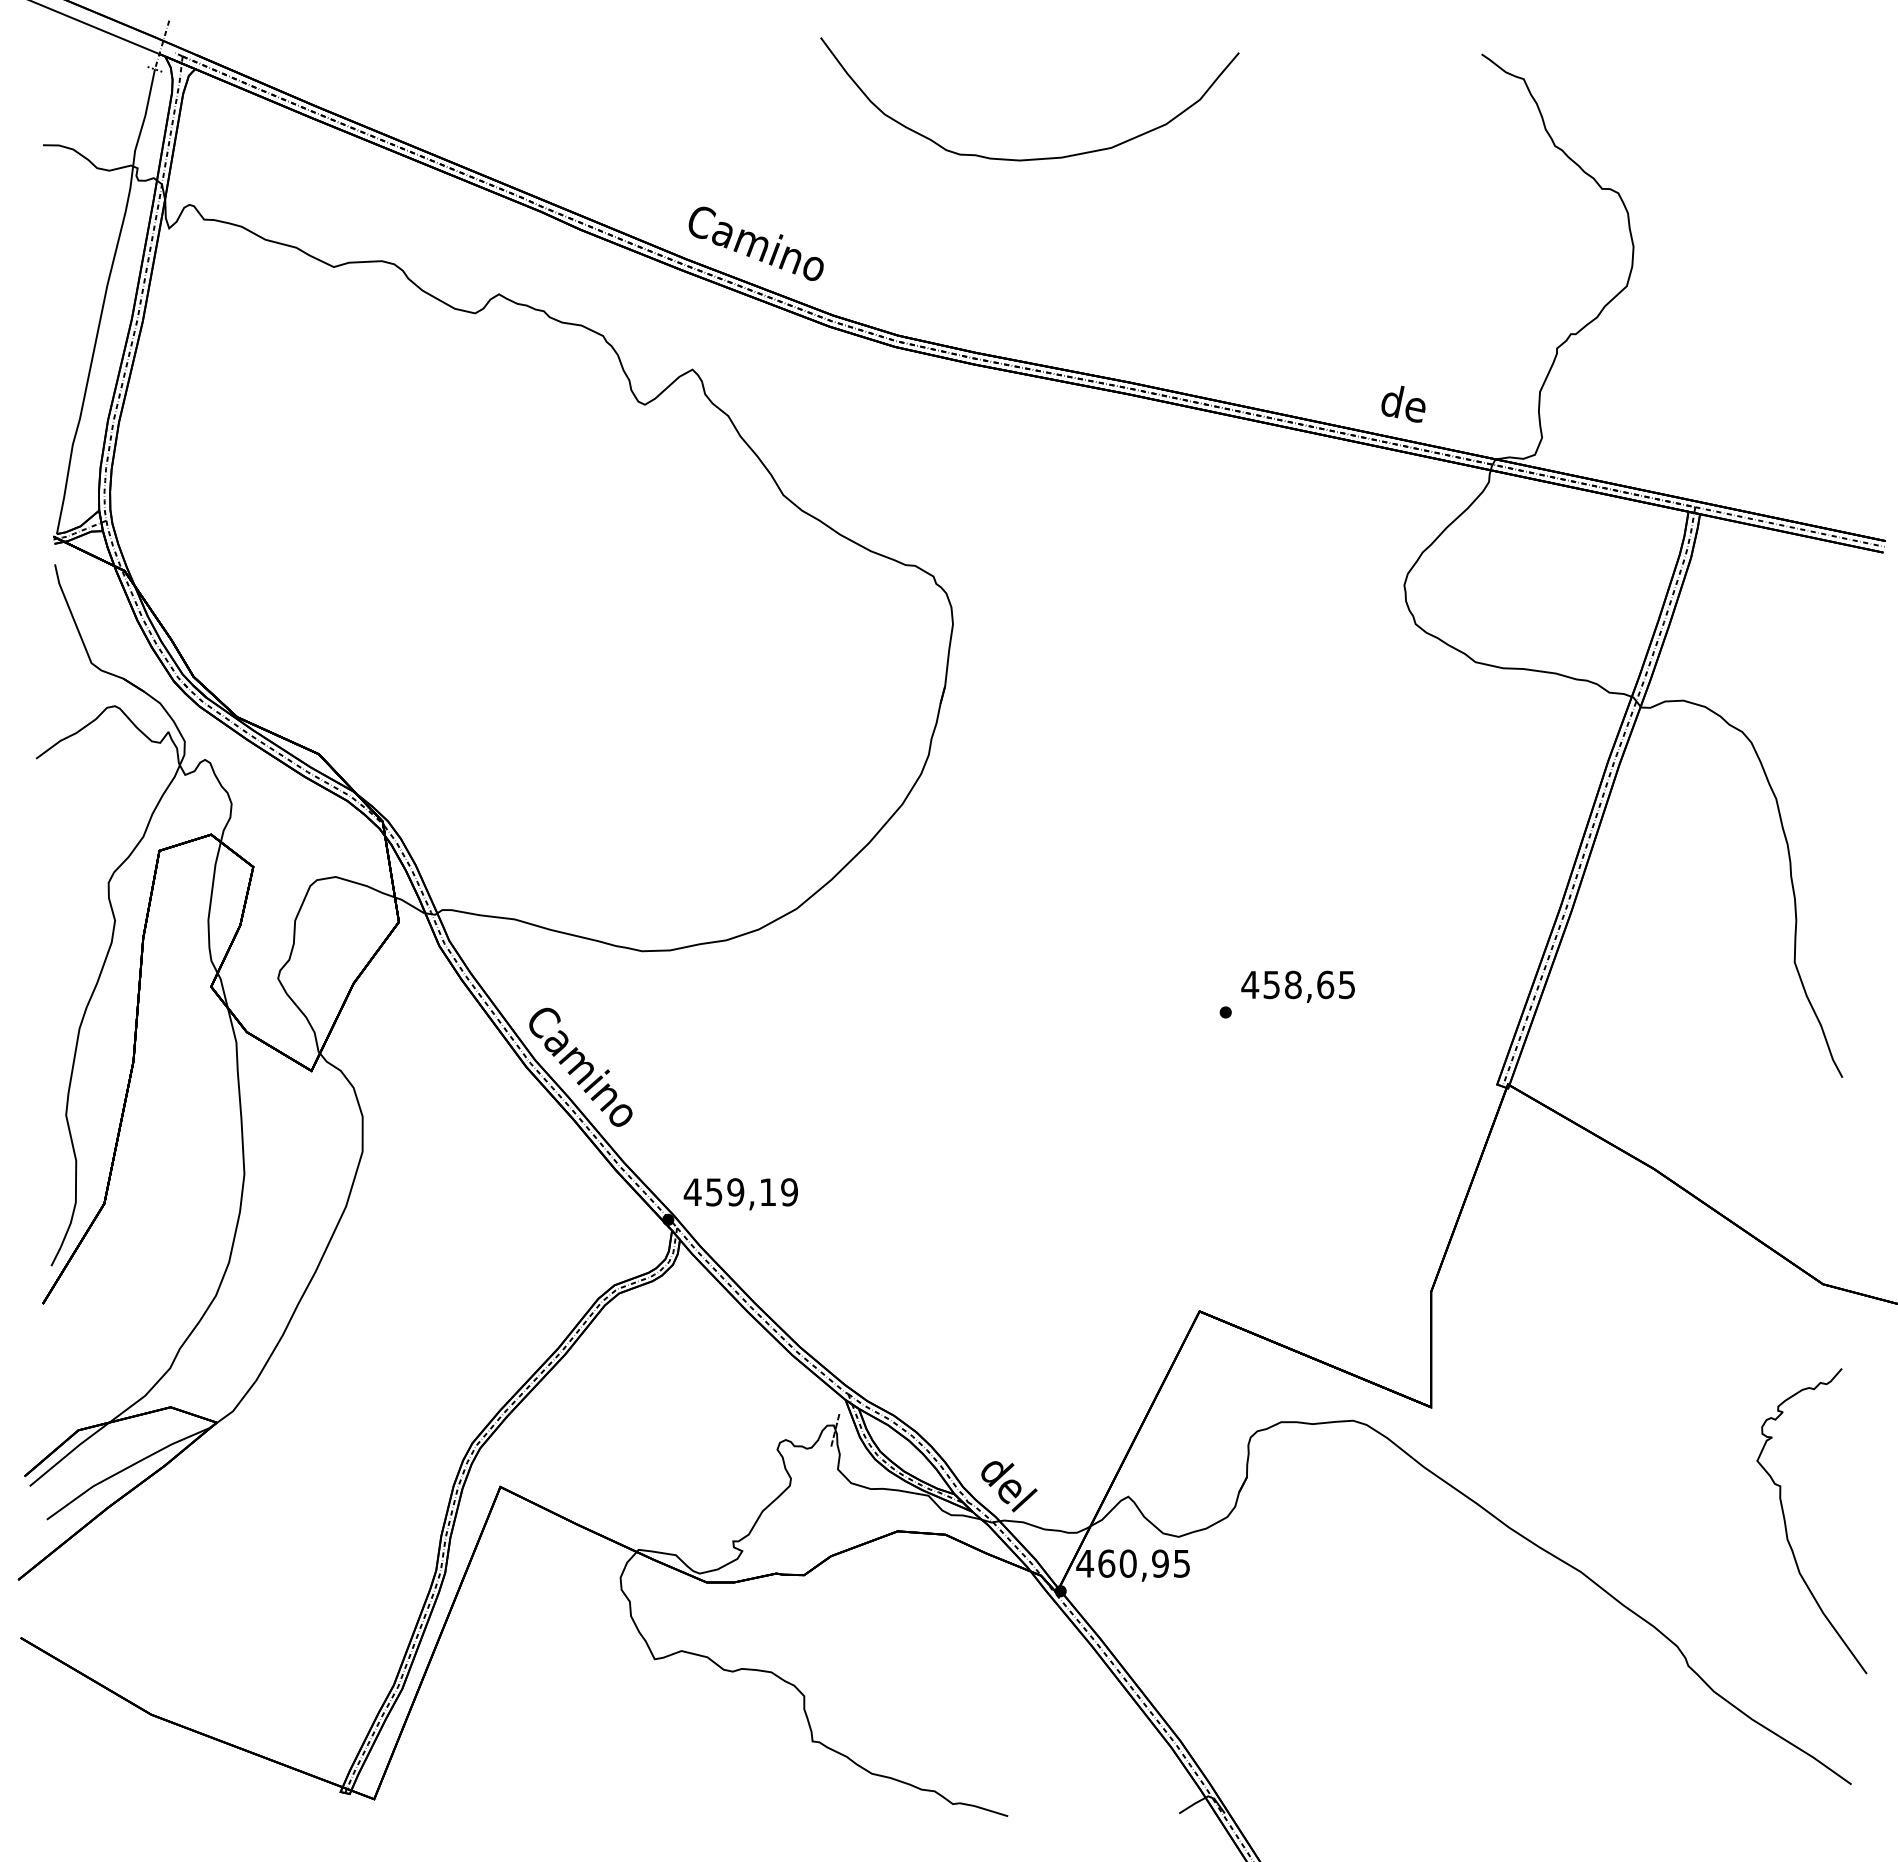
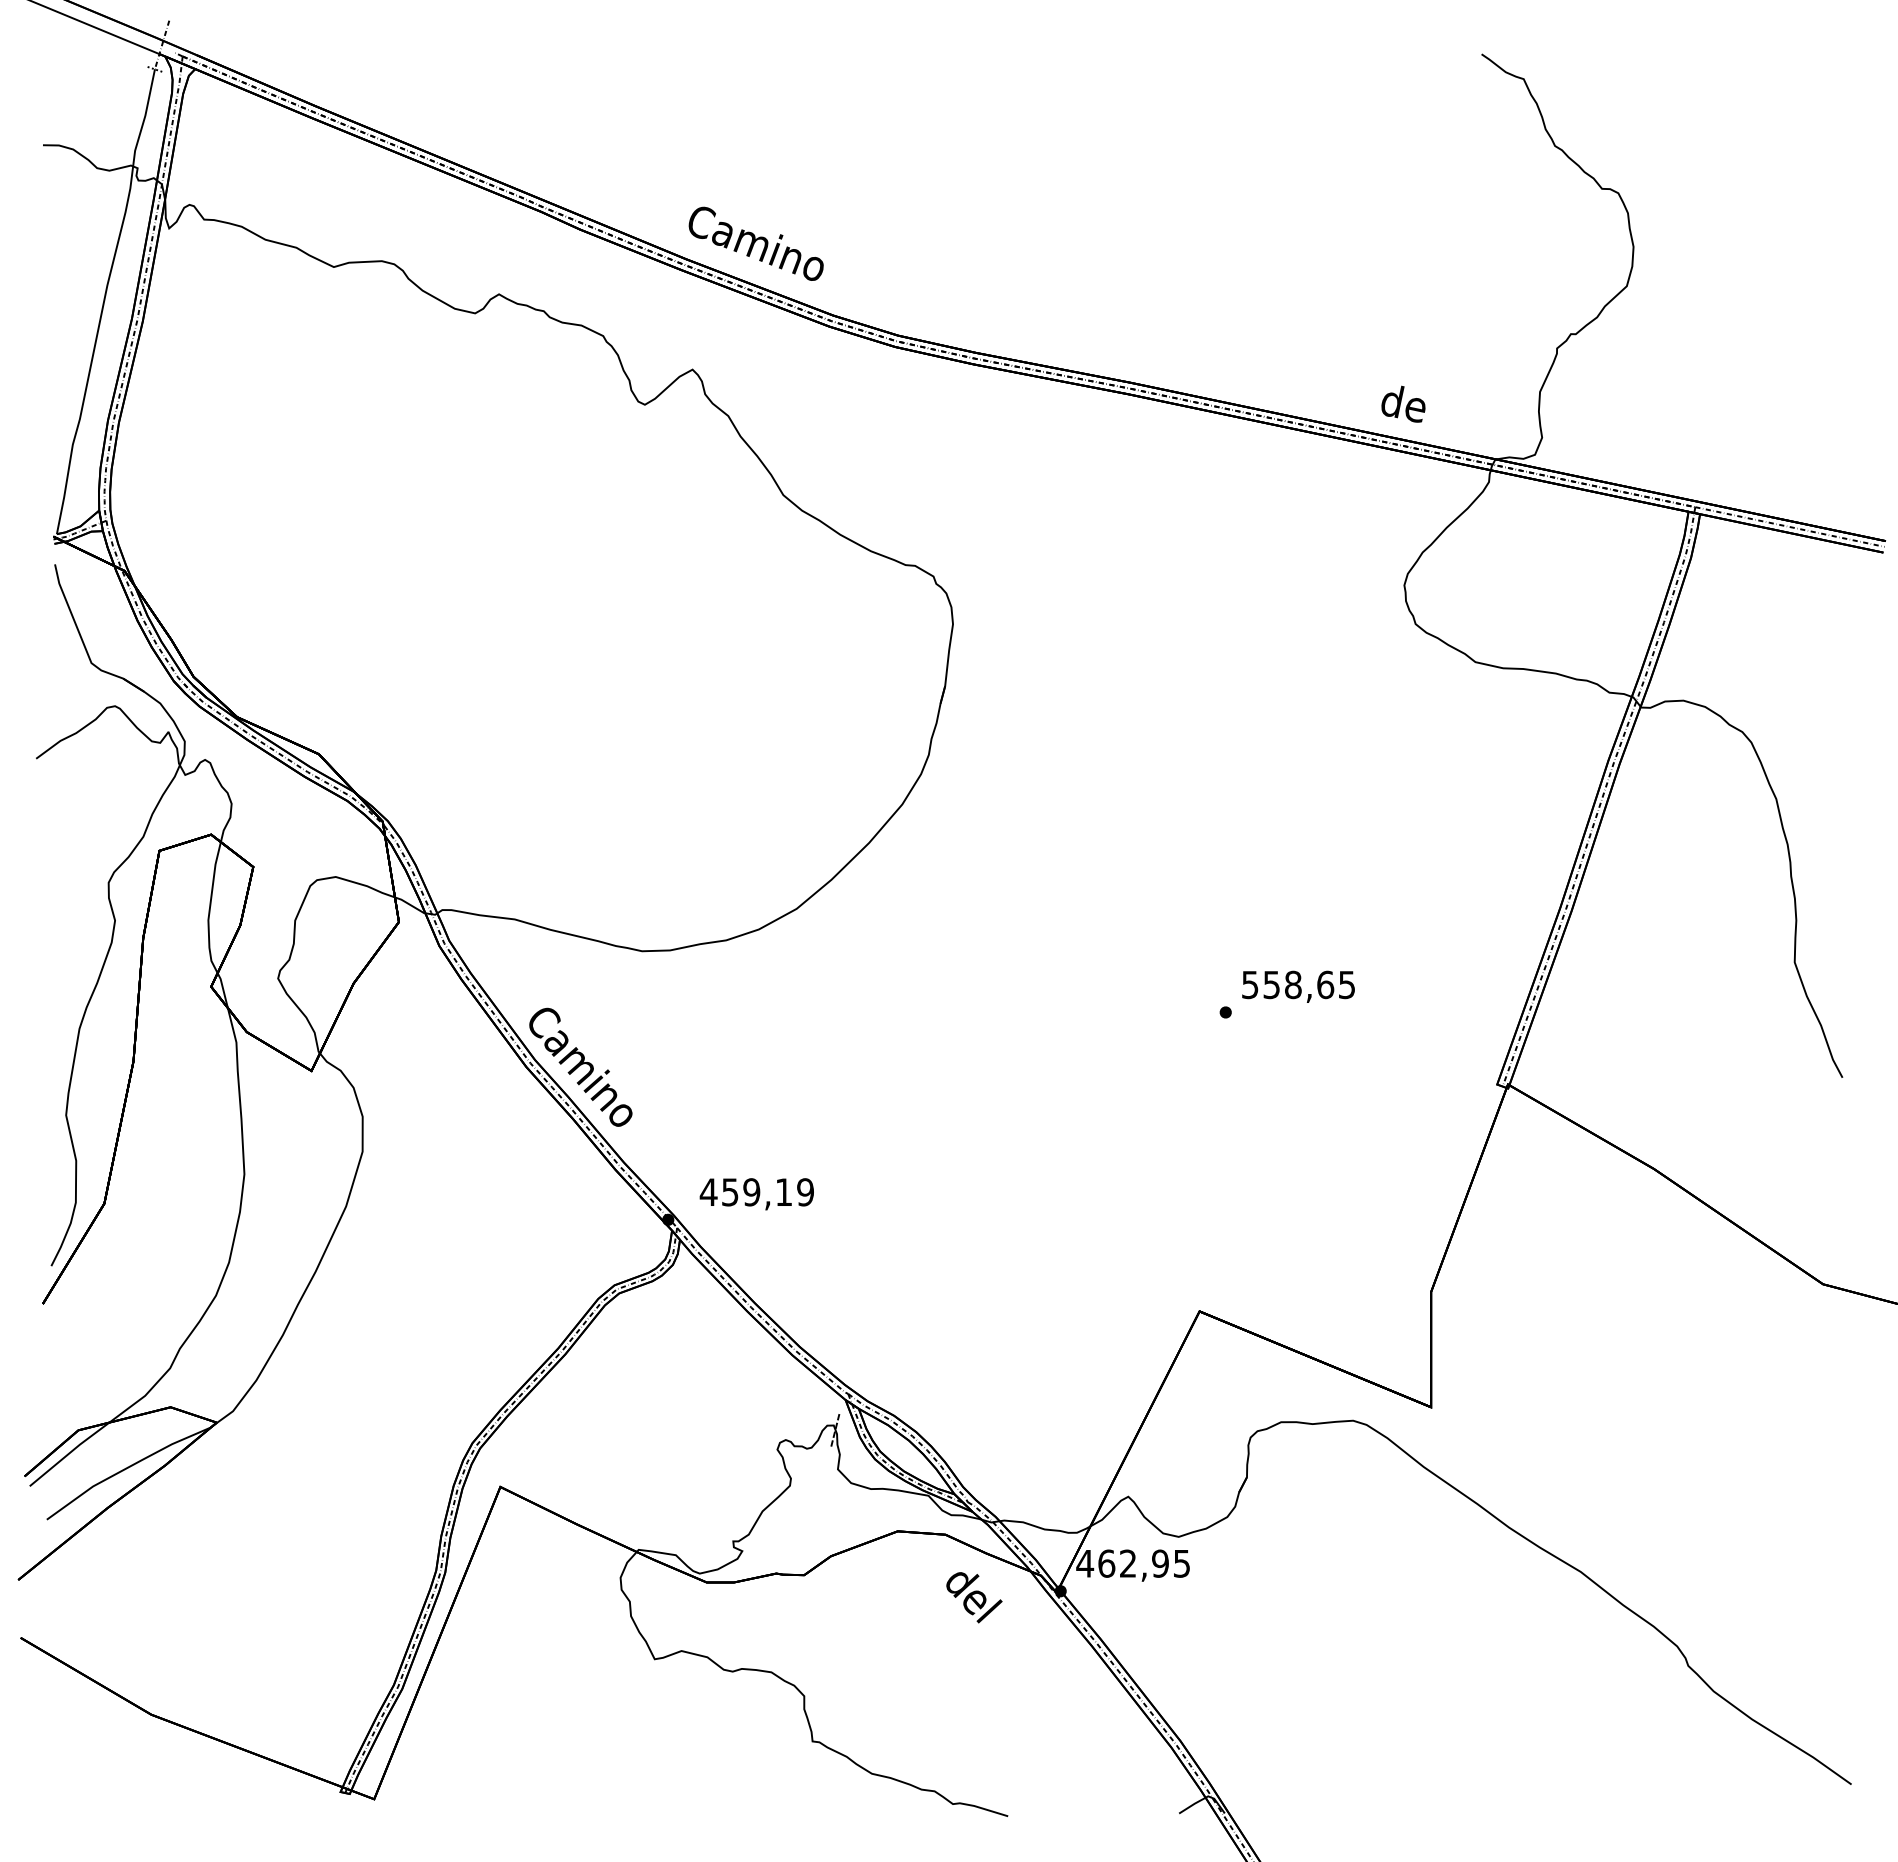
curve at (1030, 158): present -> none
text at (1250, 985): 458,65 -> 558,65
text at (740, 1194) position: (740, 1194) -> (756, 1194)
text at (1009, 1486) position: (1009, 1486) -> (974, 1597)
curve at (1786, 1524): present -> none
text at (1127, 1563): 460,95 -> 462,95
